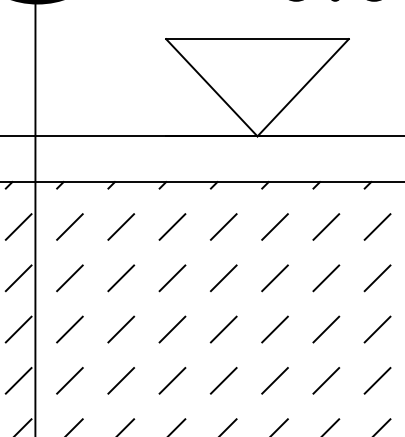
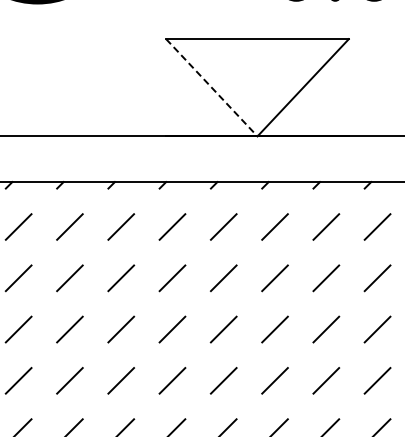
line at (211, 87): solid -> dashed
line at (35, 217): present -> none
